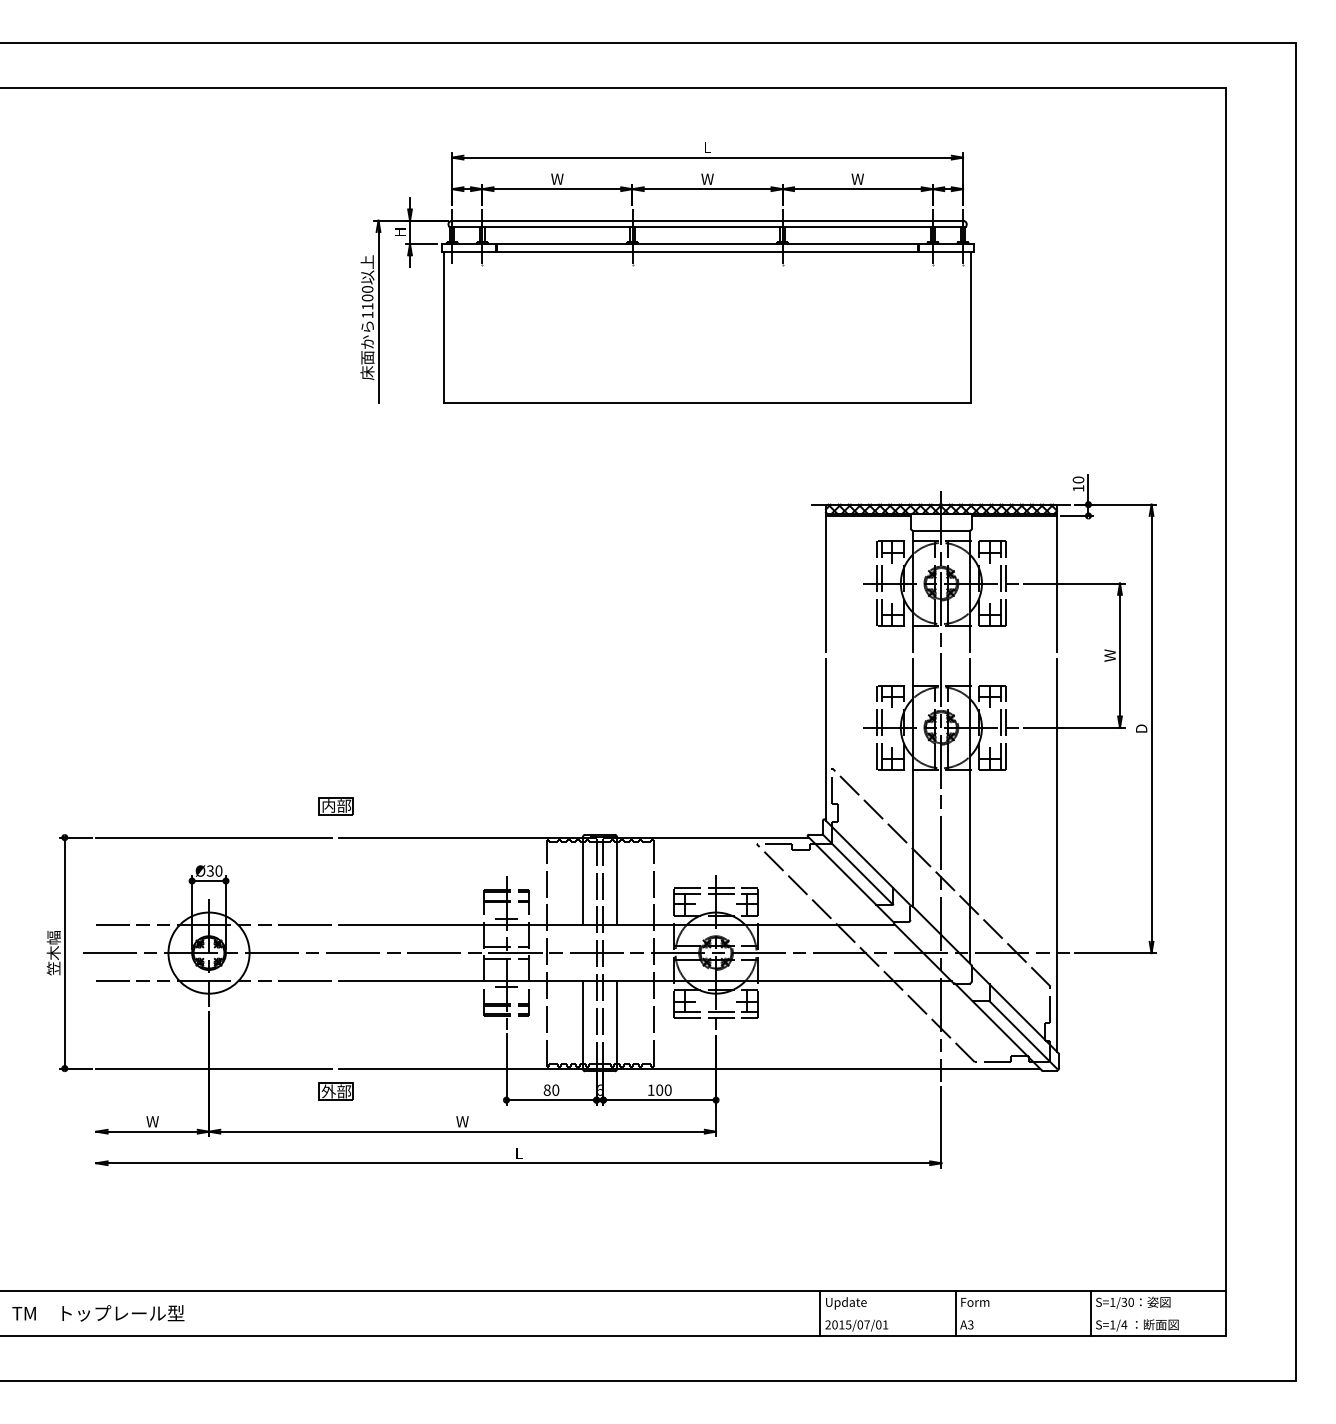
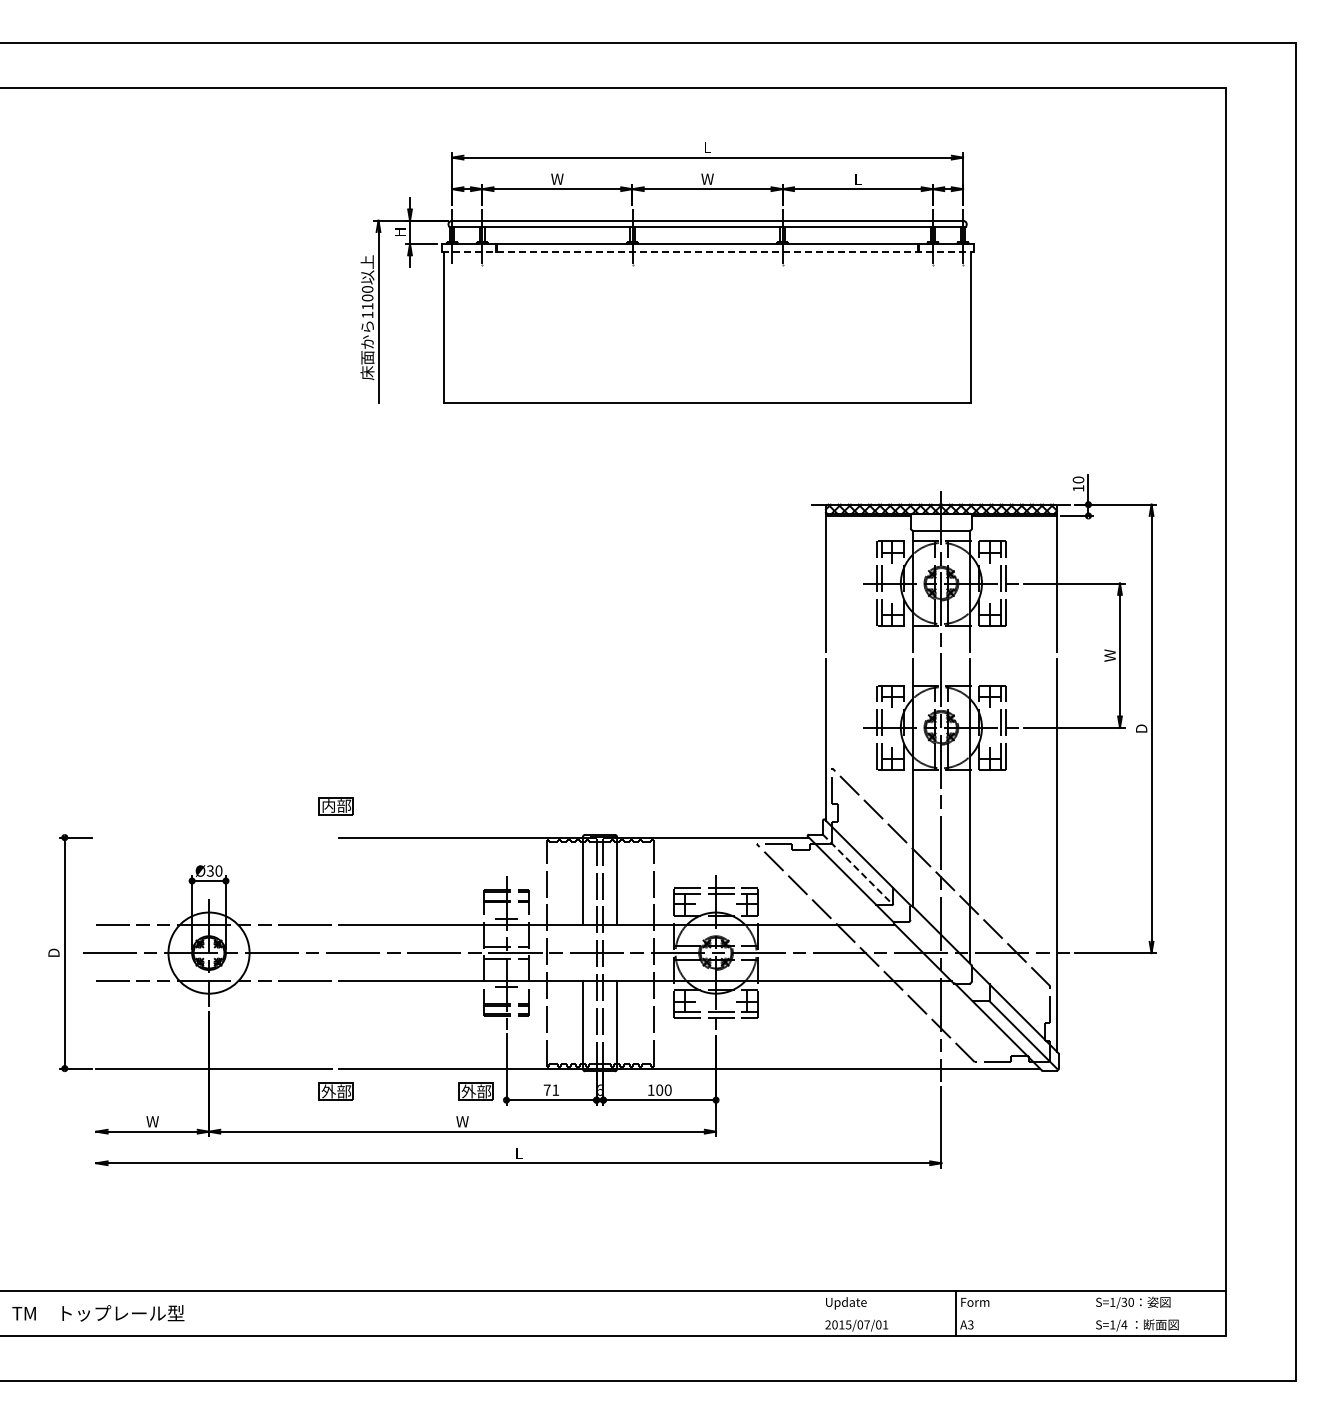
text at (857, 178): W -> L
line at (707, 252): solid -> dashed
line at (214, 837): present -> none
line at (857, 869): solid -> dashed
text at (53, 952): 笠木幅 -> D
text at (551, 1089): 80 -> 71
part at (475, 1091): none -> present
line at (820, 1313): present -> none
line at (1090, 1313): present -> none
